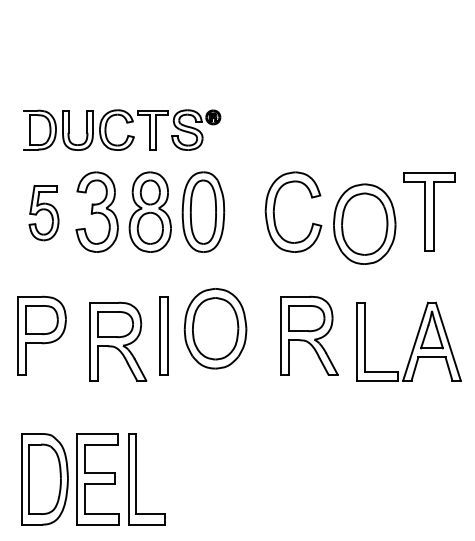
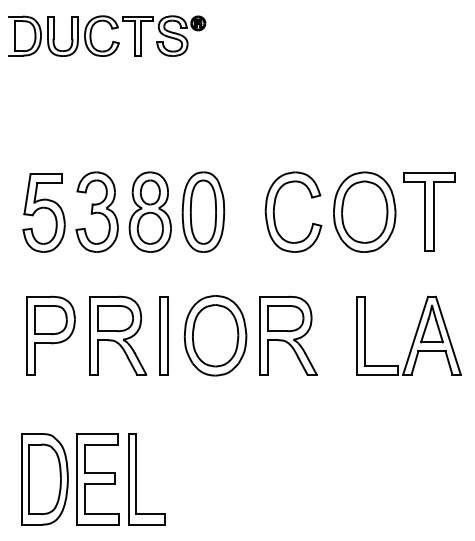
part at (126, 123) position: (126, 123) -> (111, 29)
part at (43, 213) size: 32x57 px -> 44x80 px
part at (364, 223) position: (364, 223) -> (364, 211)
part at (215, 328) position: (215, 328) -> (215, 335)
part at (41, 335) position: (41, 335) -> (50, 335)
part at (309, 335) position: (309, 335) -> (288, 335)
part at (118, 341) position: (118, 341) -> (118, 335)
part at (408, 341) position: (408, 341) -> (408, 335)
